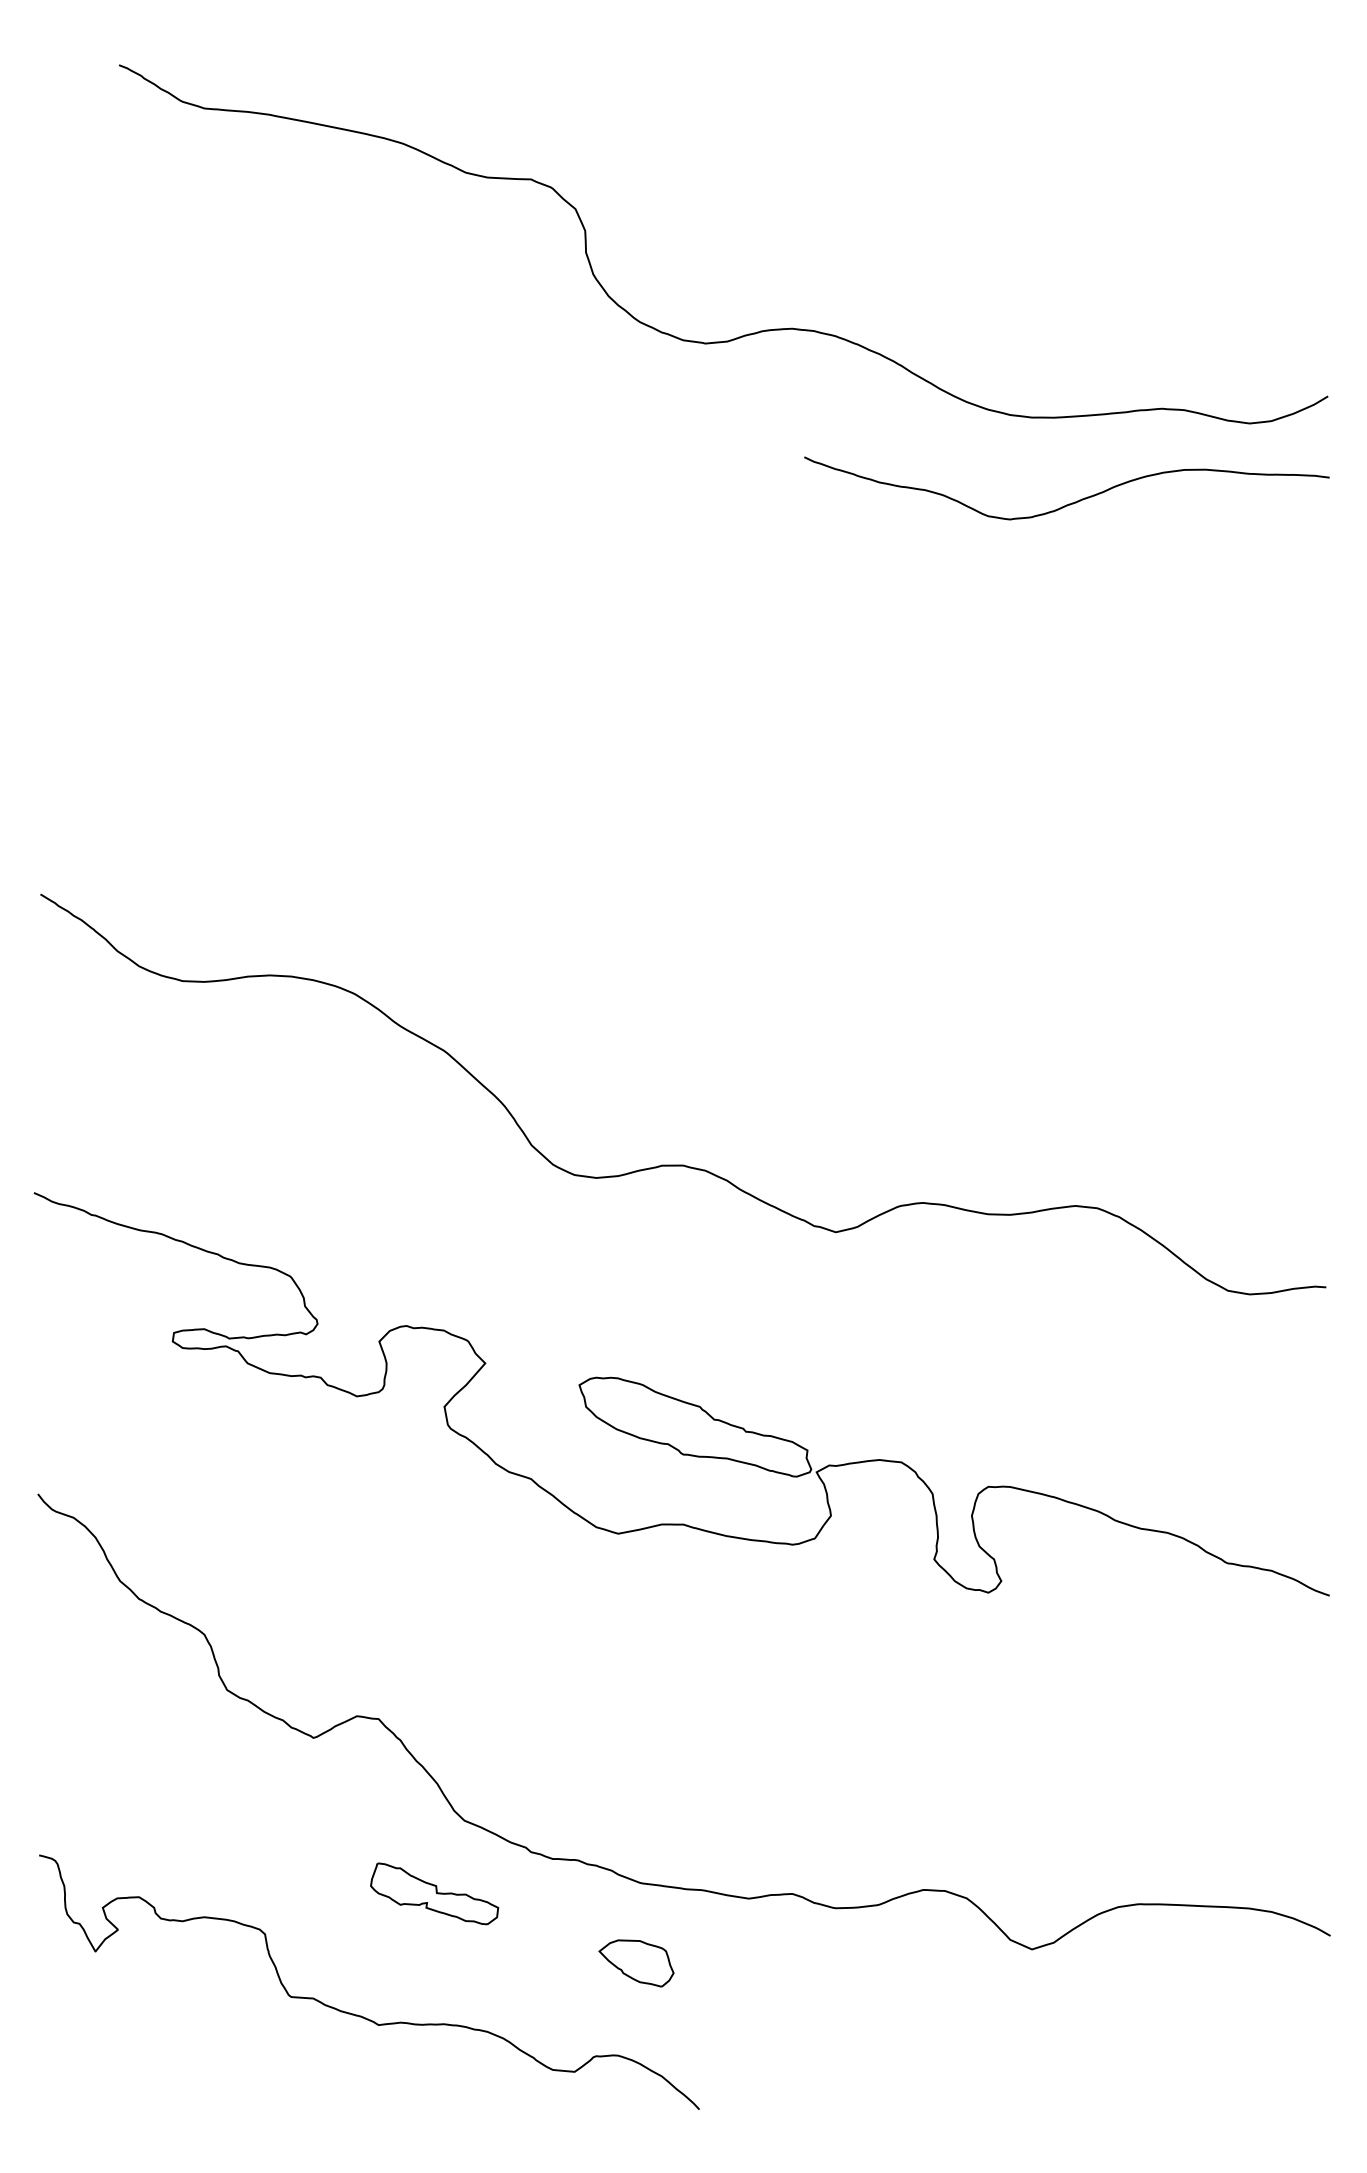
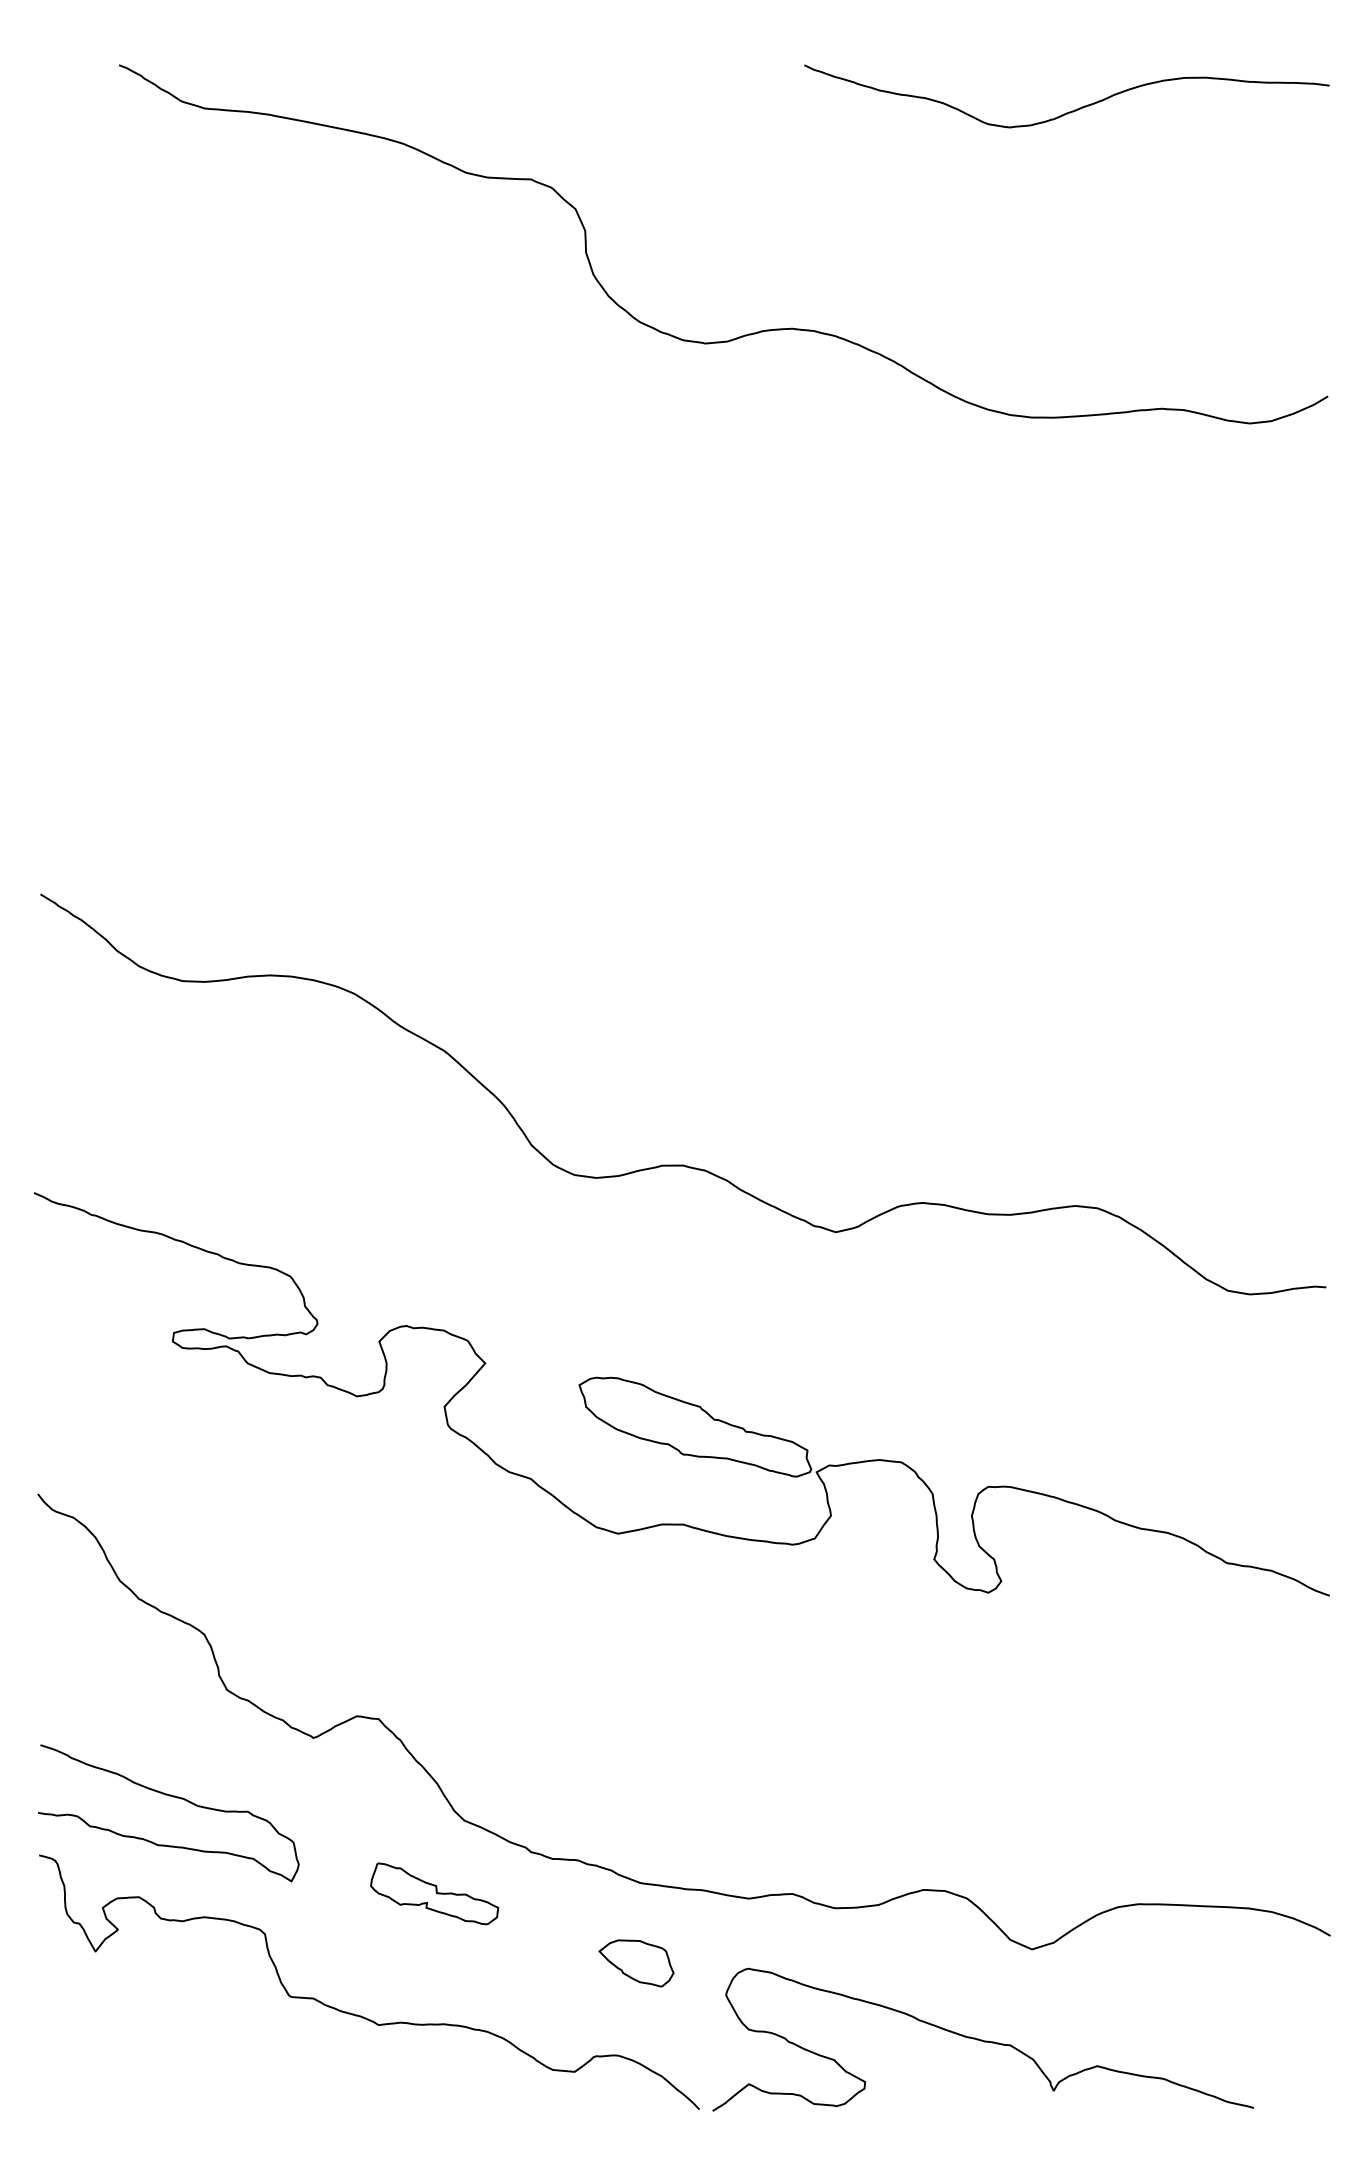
curve at (1072, 502) position: (1072, 502) -> (1072, 110)
curve at (173, 1797): none -> present
curve at (982, 2039): none -> present
